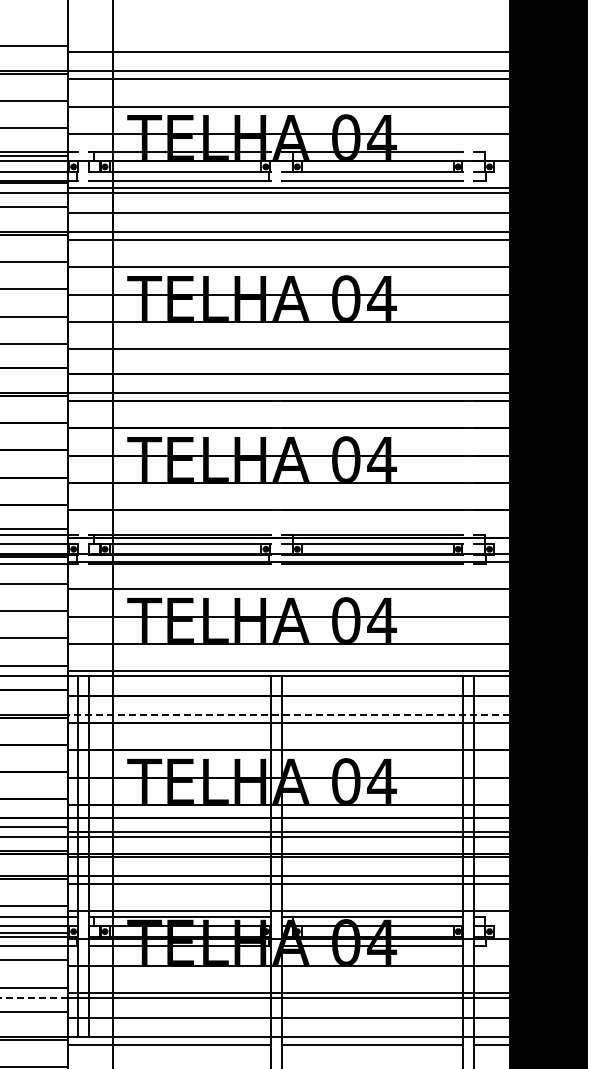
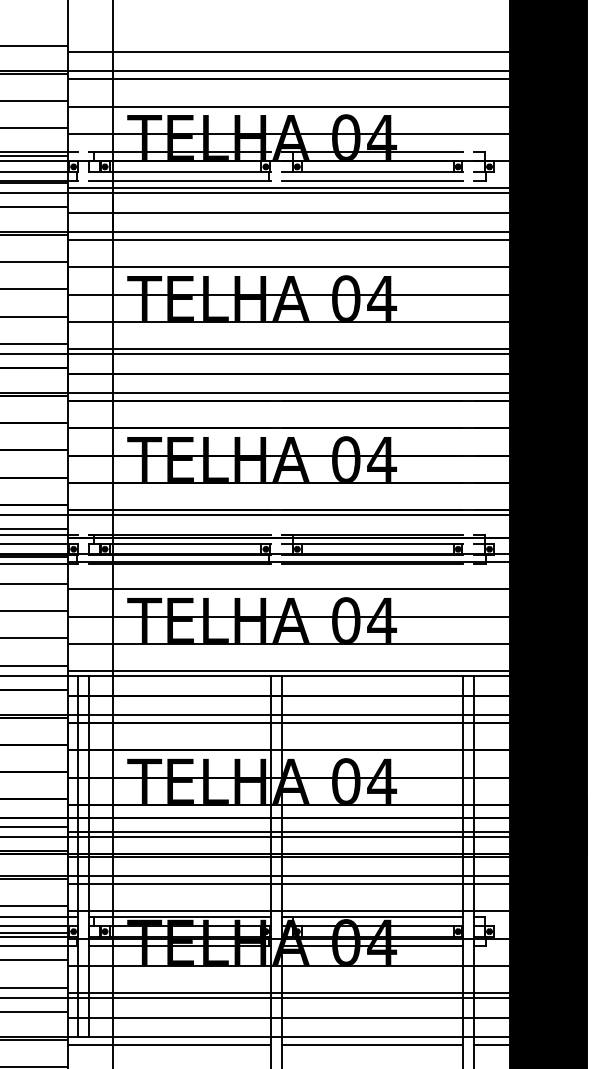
line at (255, 353): none -> present
line at (255, 514): none -> present
line at (288, 715): dashed -> solid
line at (33, 997): dashed -> solid
